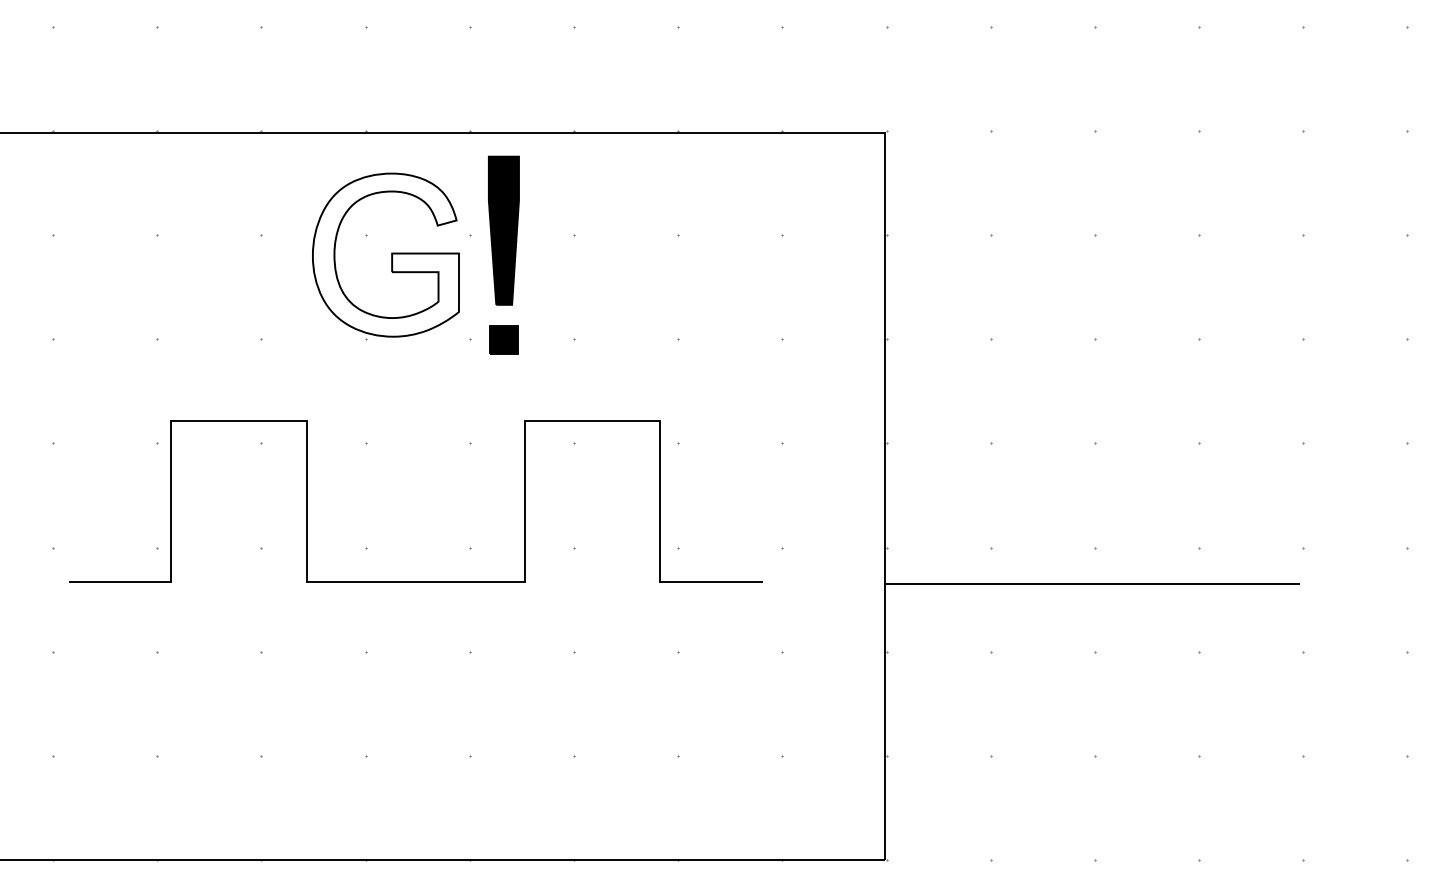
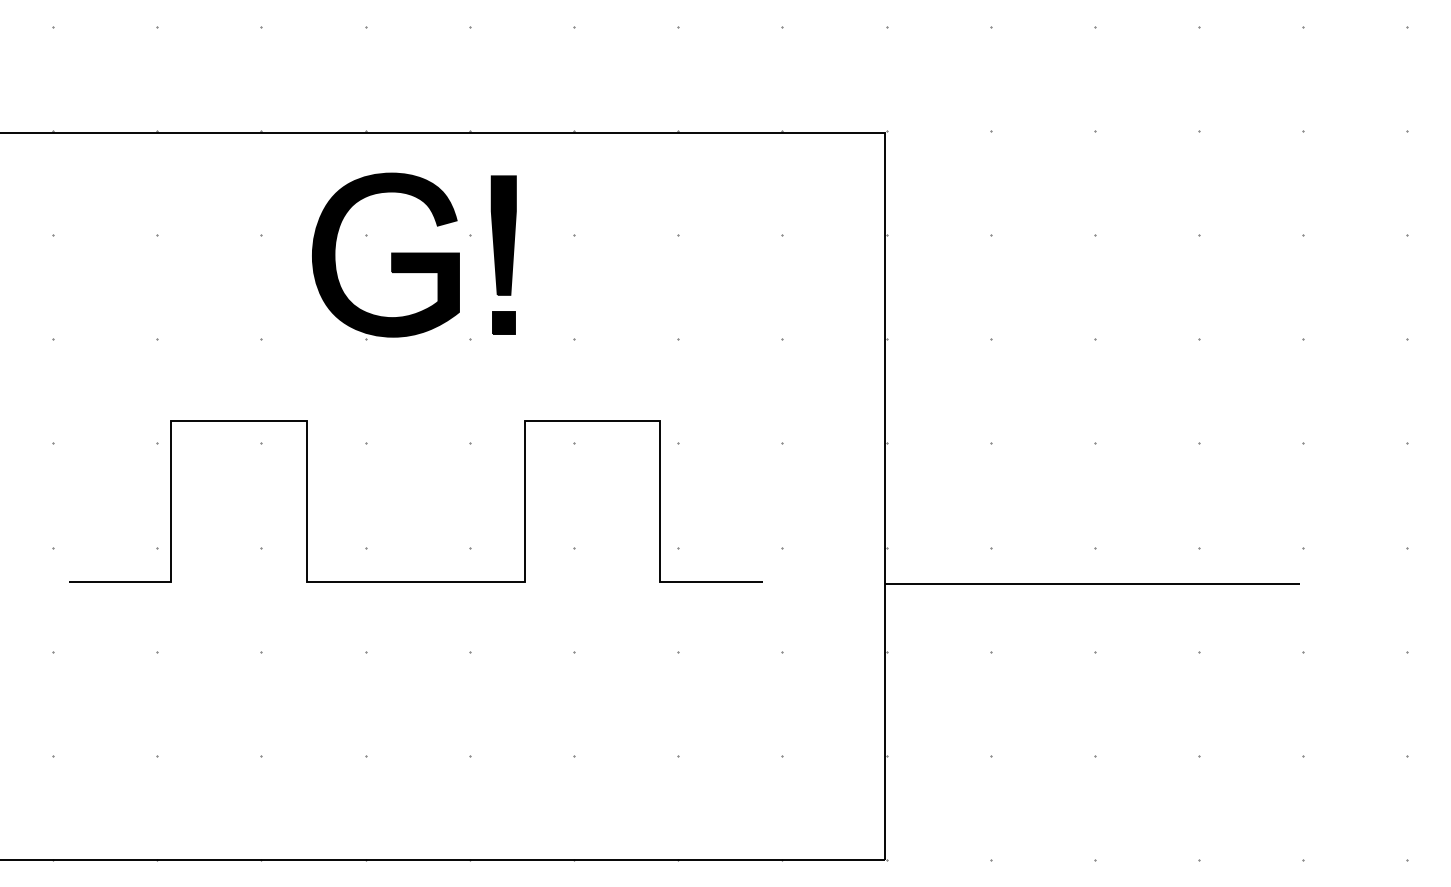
fill at (385, 254): none -> present
part at (503, 254) size: 32x200 px -> 27x160 px
